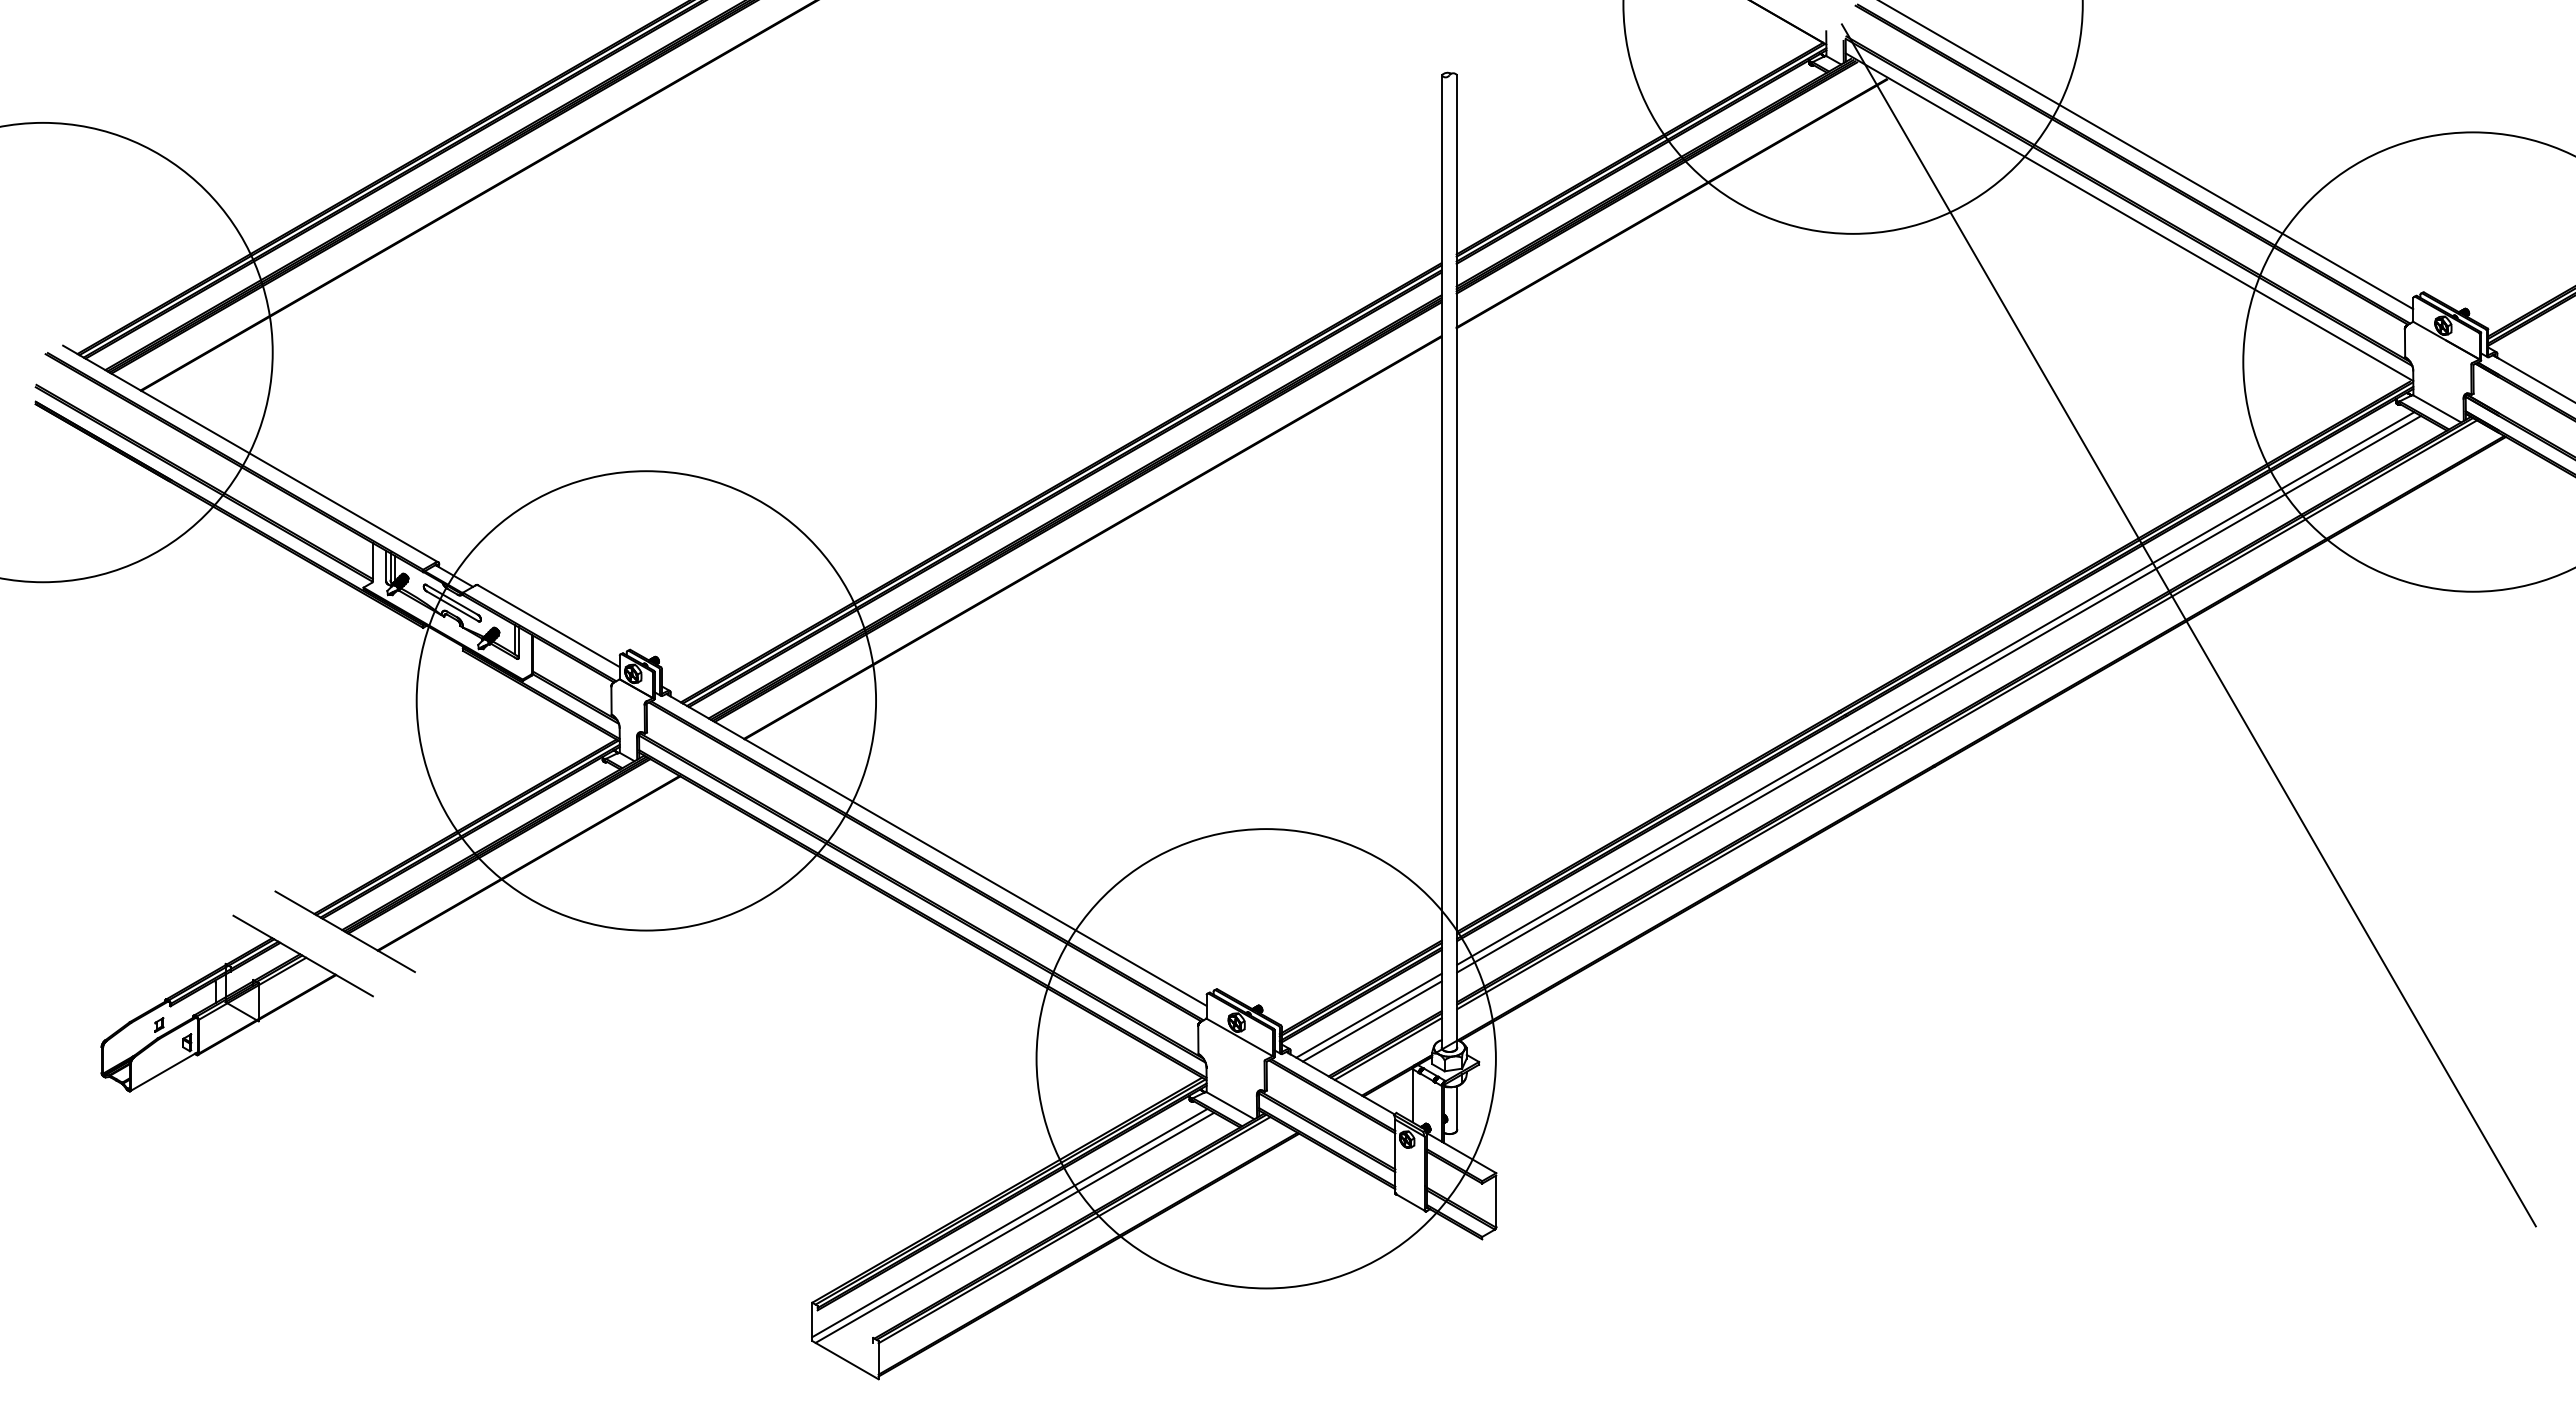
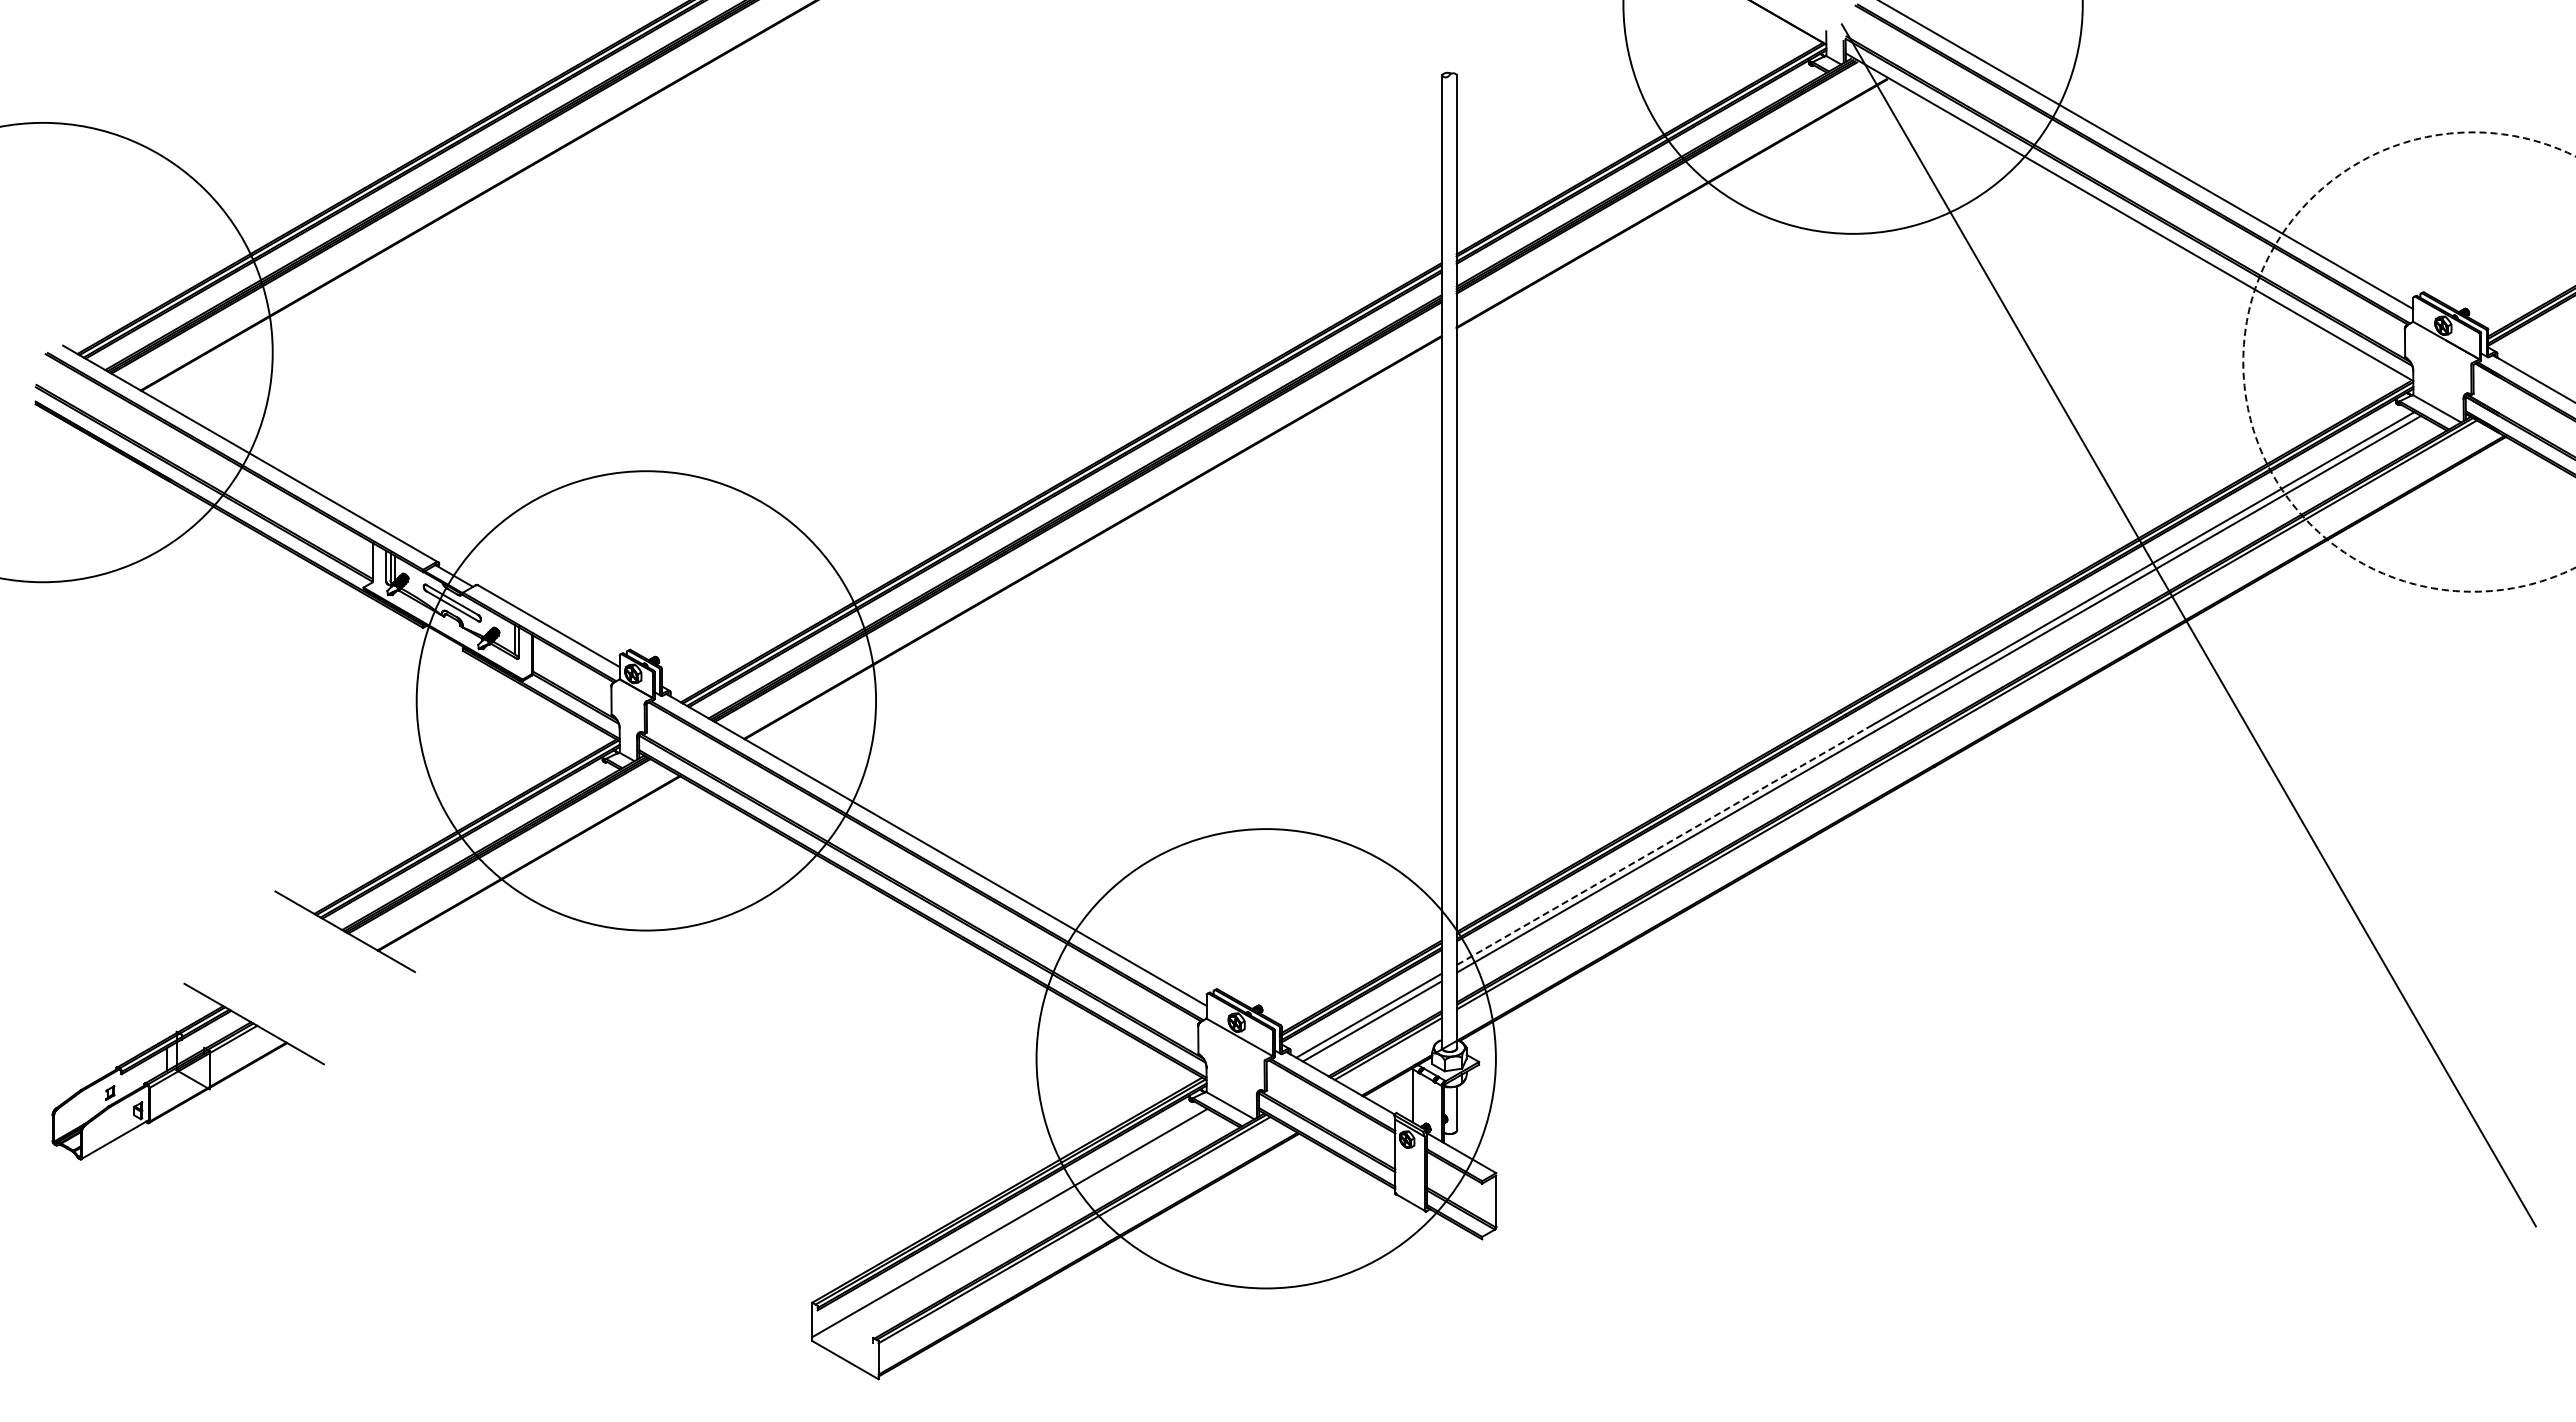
circle at (2409, 361): solid -> dashed
line at (1662, 846): solid -> dashed
part at (236, 1003) position: (236, 1003) -> (187, 1071)
line at (1014, 1227): present -> none
